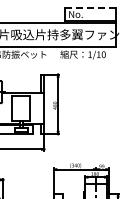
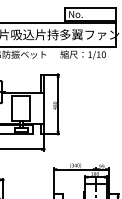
line at (90, 7): dashed -> solid
